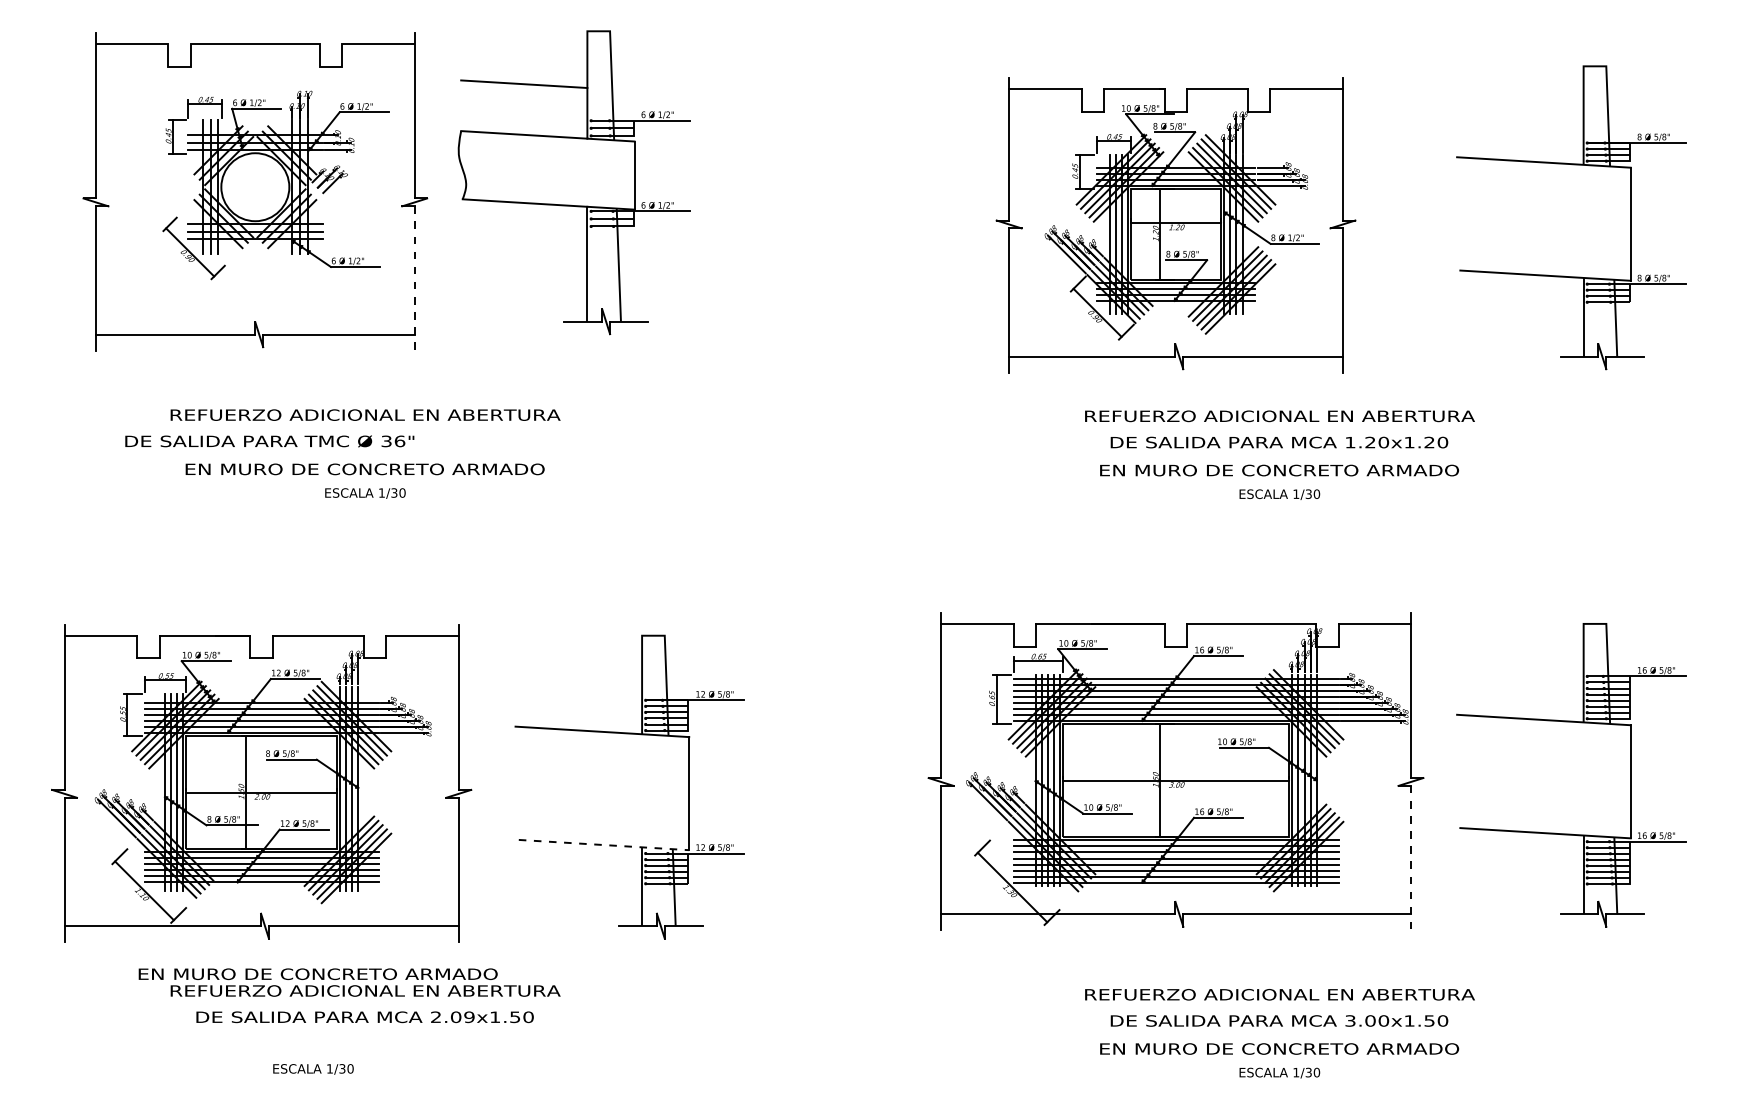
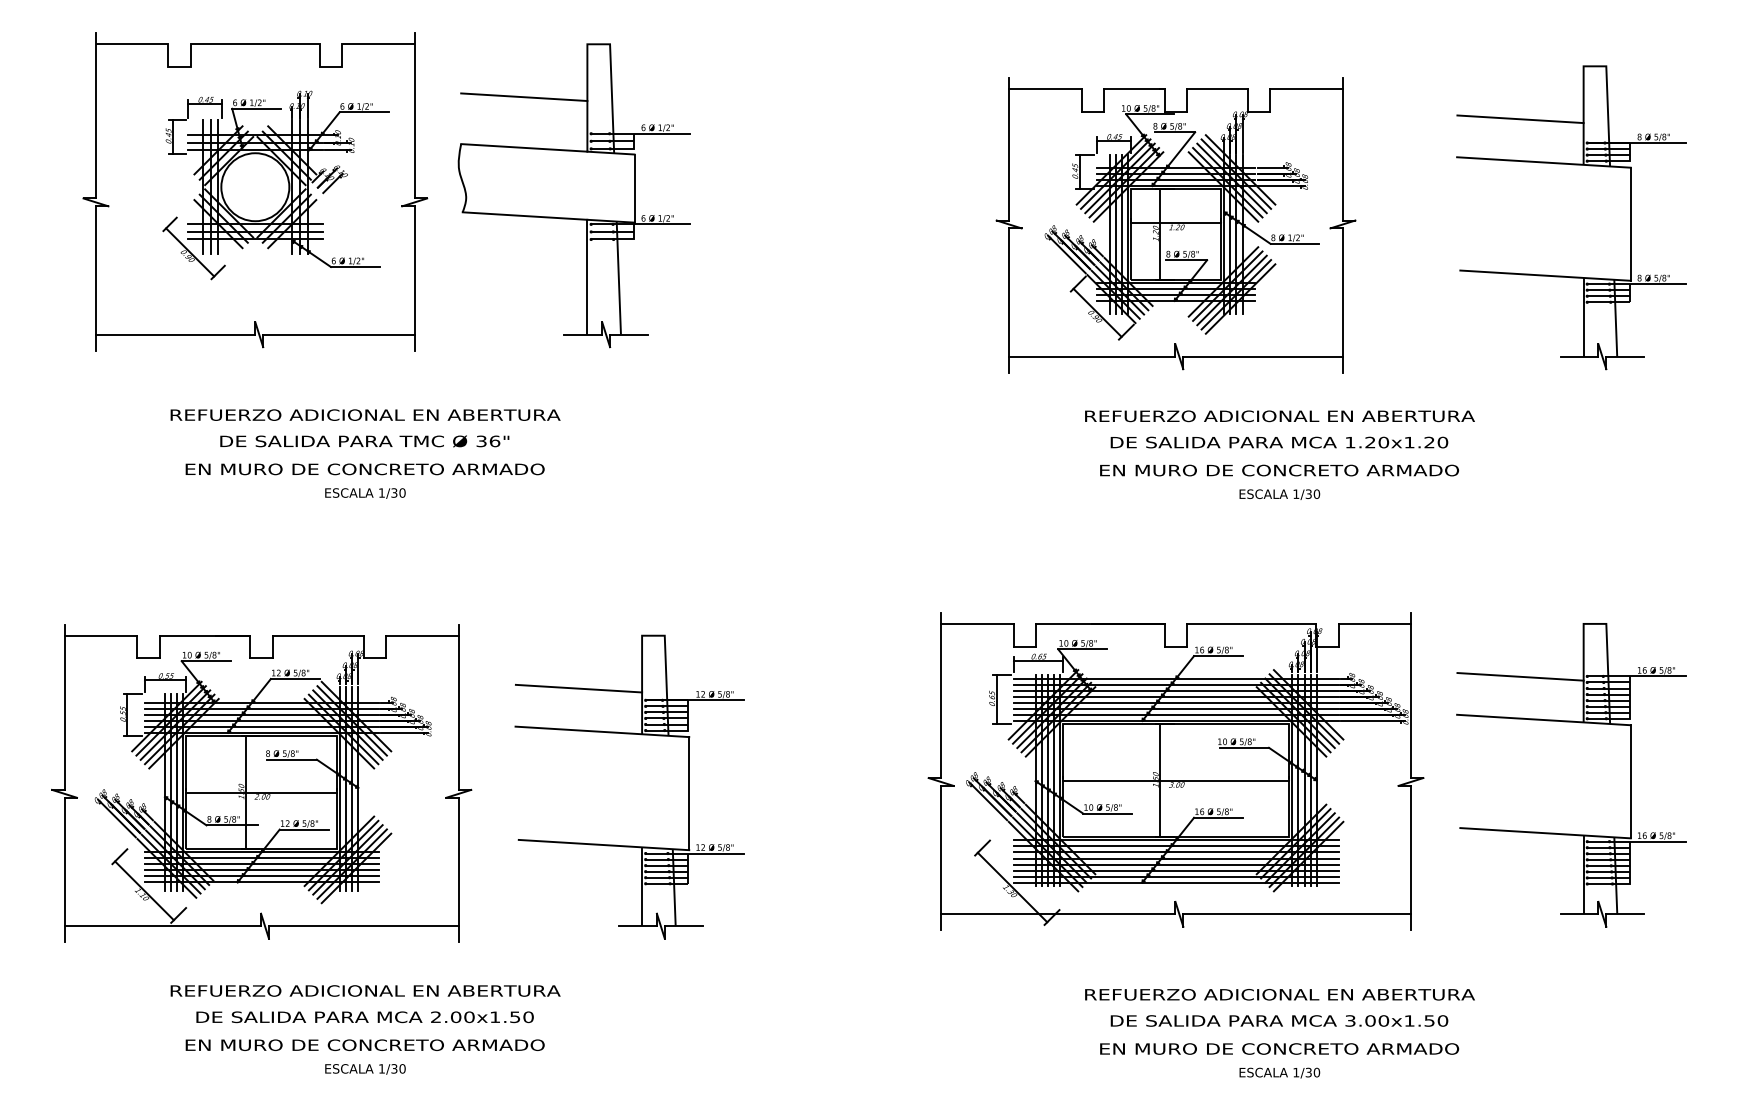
line at (1520, 119): none -> present
part at (573, 182) position: (573, 182) -> (573, 195)
line at (414, 278): dashed -> solid
text at (269, 441) position: (269, 441) -> (364, 441)
line at (1520, 676): none -> present
line at (578, 688): none -> present
line at (604, 845): dashed -> solid
line at (1410, 858): dashed -> solid
text at (317, 973) position: (317, 973) -> (364, 1044)
text at (469, 1017): 2.09x1.50 -> 2.00x1.50
text at (313, 1069) position: (313, 1069) -> (365, 1069)
